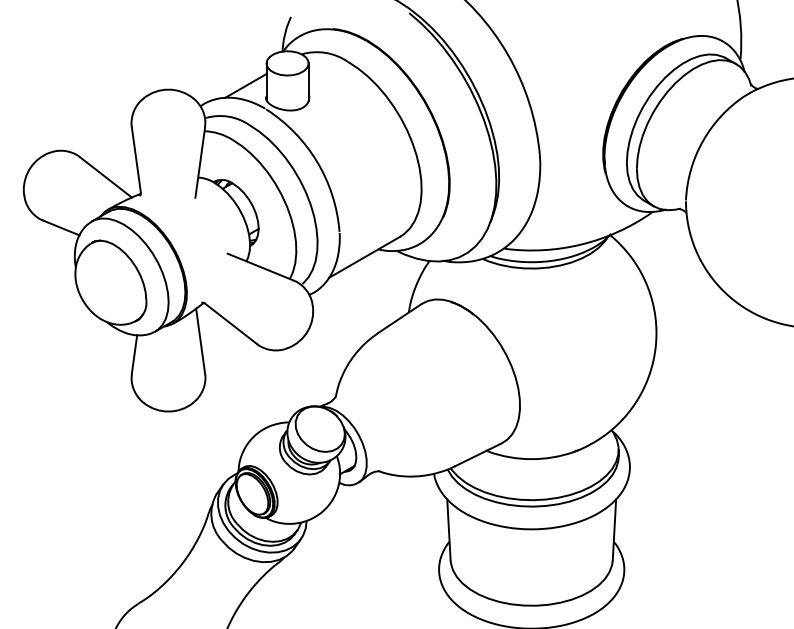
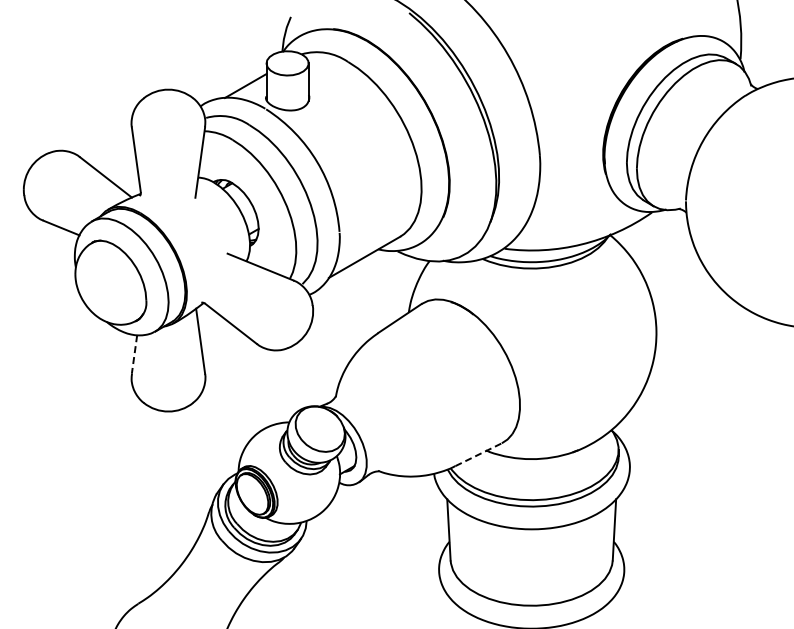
line at (134, 355): solid -> dashed
line at (478, 454): solid -> dashed
